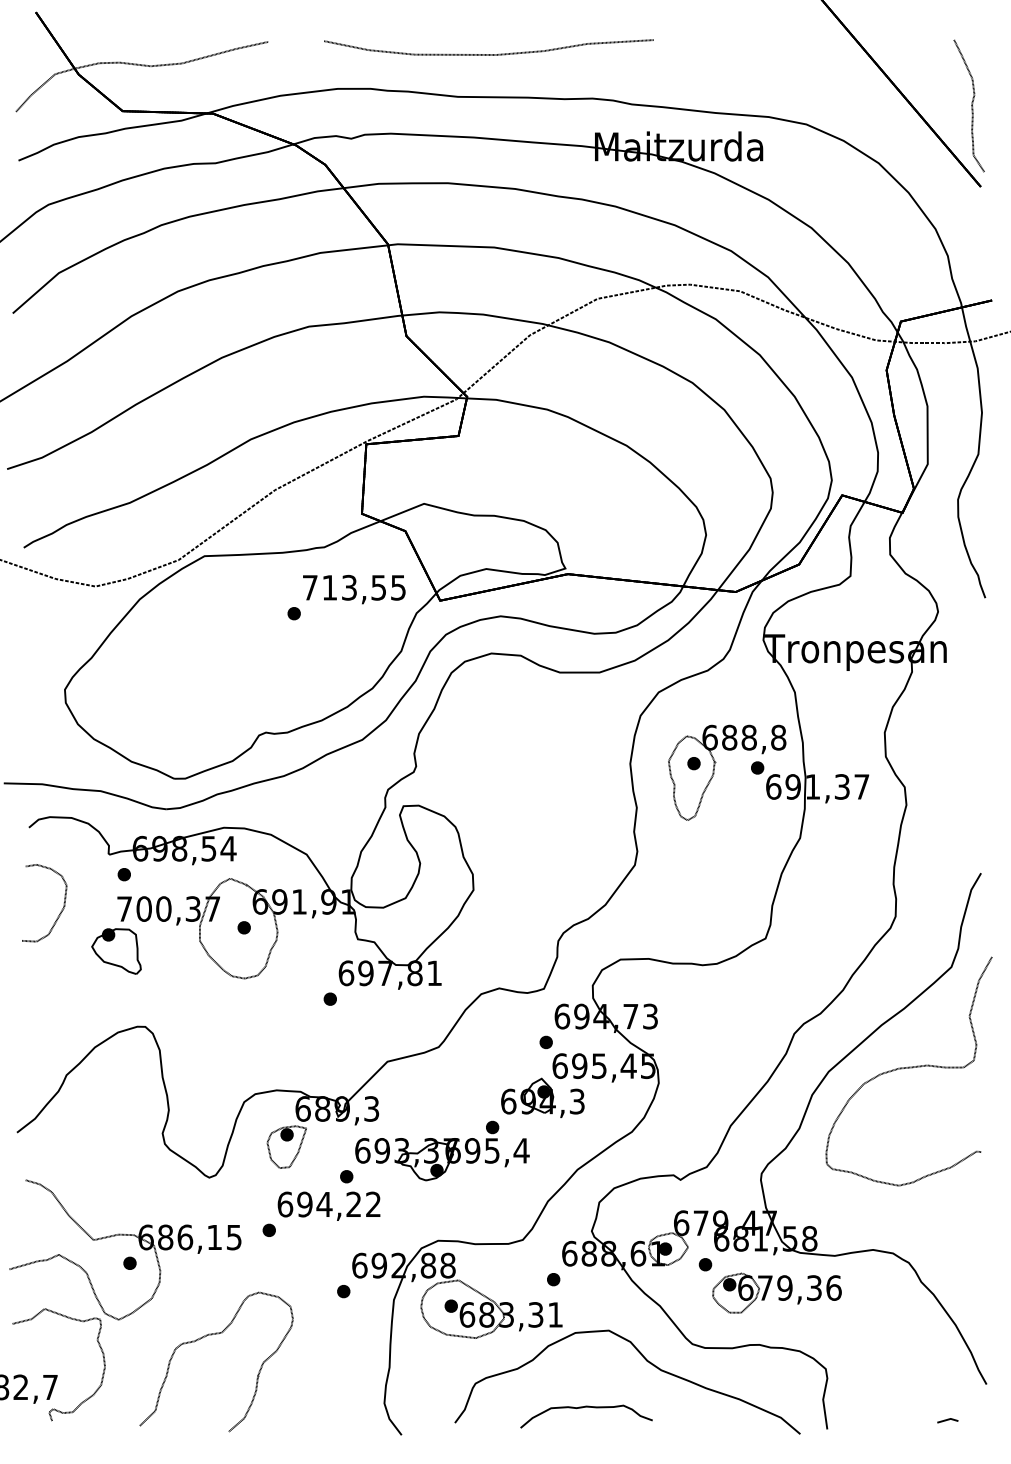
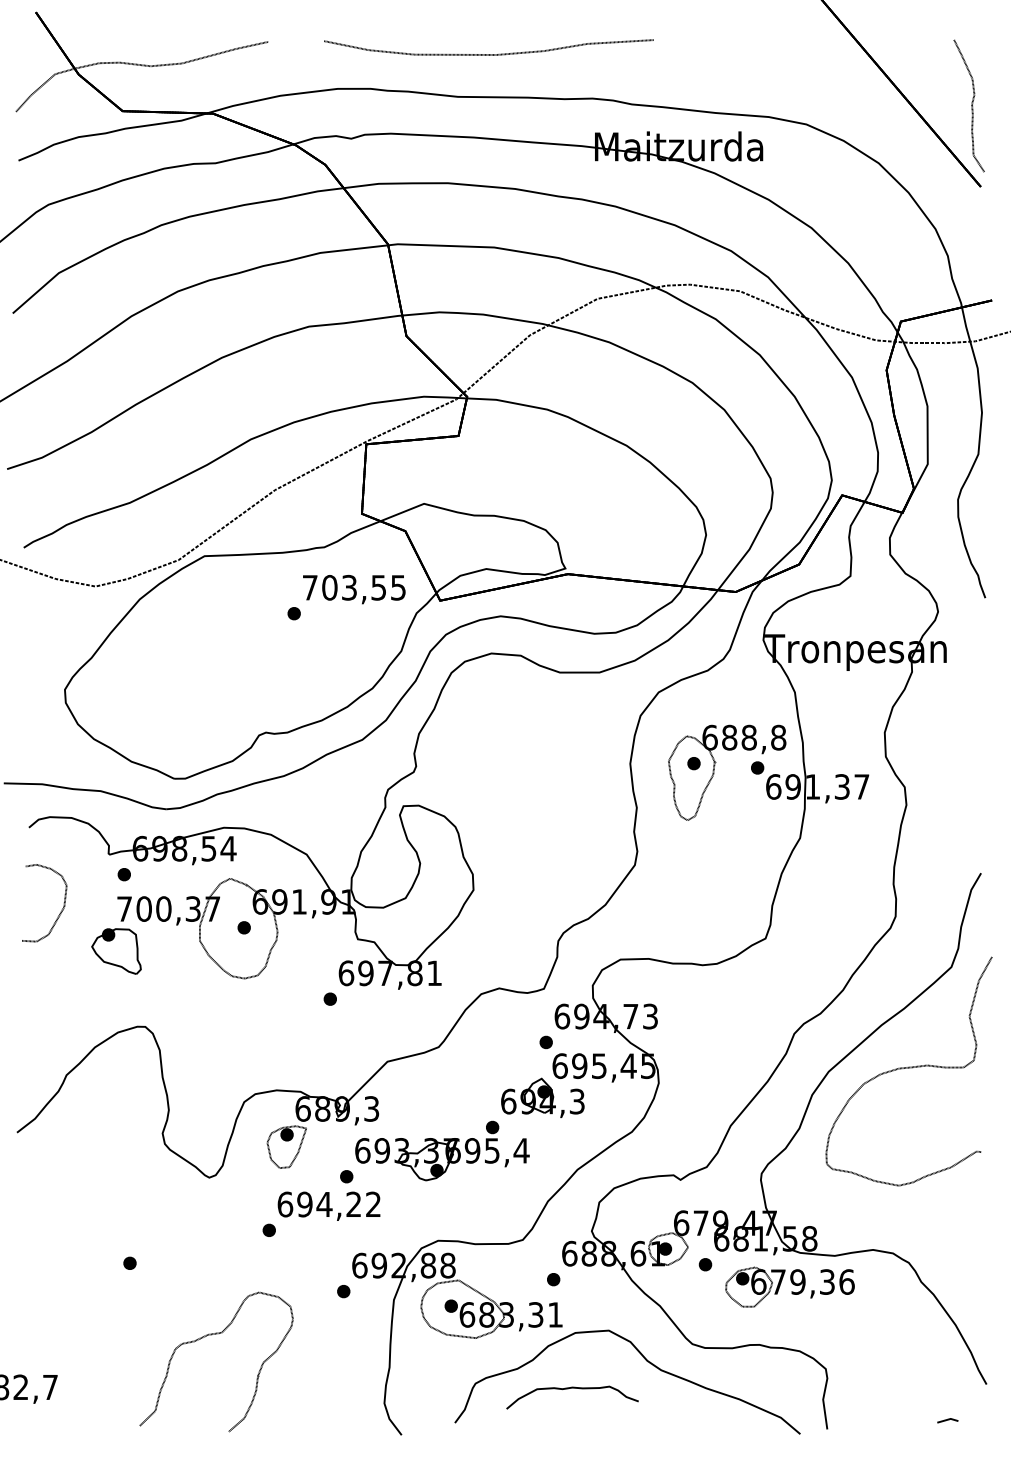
text at (329, 587): 713,55 -> 703,55
part at (776, 1292) position: (776, 1292) -> (789, 1286)
part at (132, 1311): present -> none
curve at (582, 1408) position: (582, 1408) -> (568, 1389)
